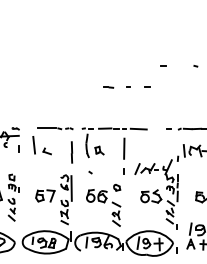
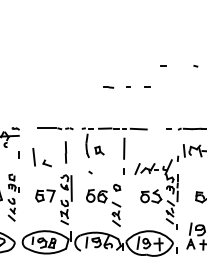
part at (41, 145) position: (41, 145) -> (41, 157)
line at (18, 148) position: (18, 148) -> (18, 154)
part at (71, 152) position: (71, 152) -> (65, 152)
